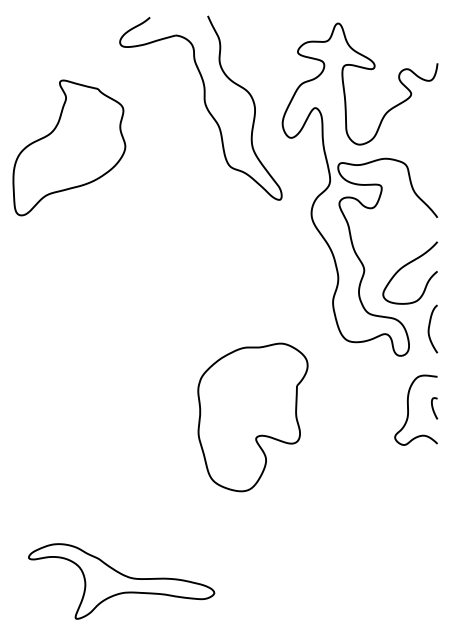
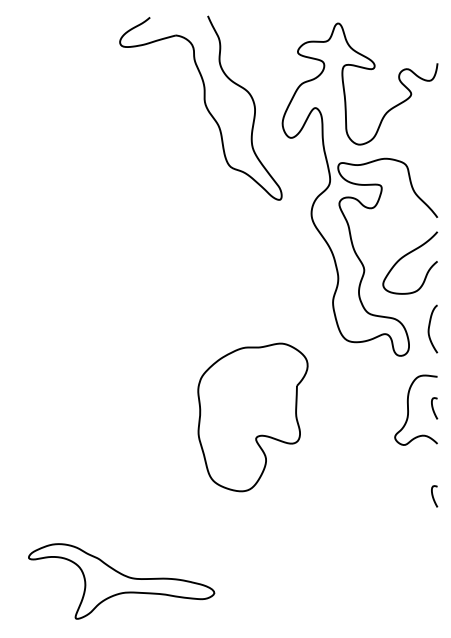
part at (69, 147): present -> none
curve at (407, 265) position: (407, 265) -> (407, 255)
curve at (433, 496): none -> present
